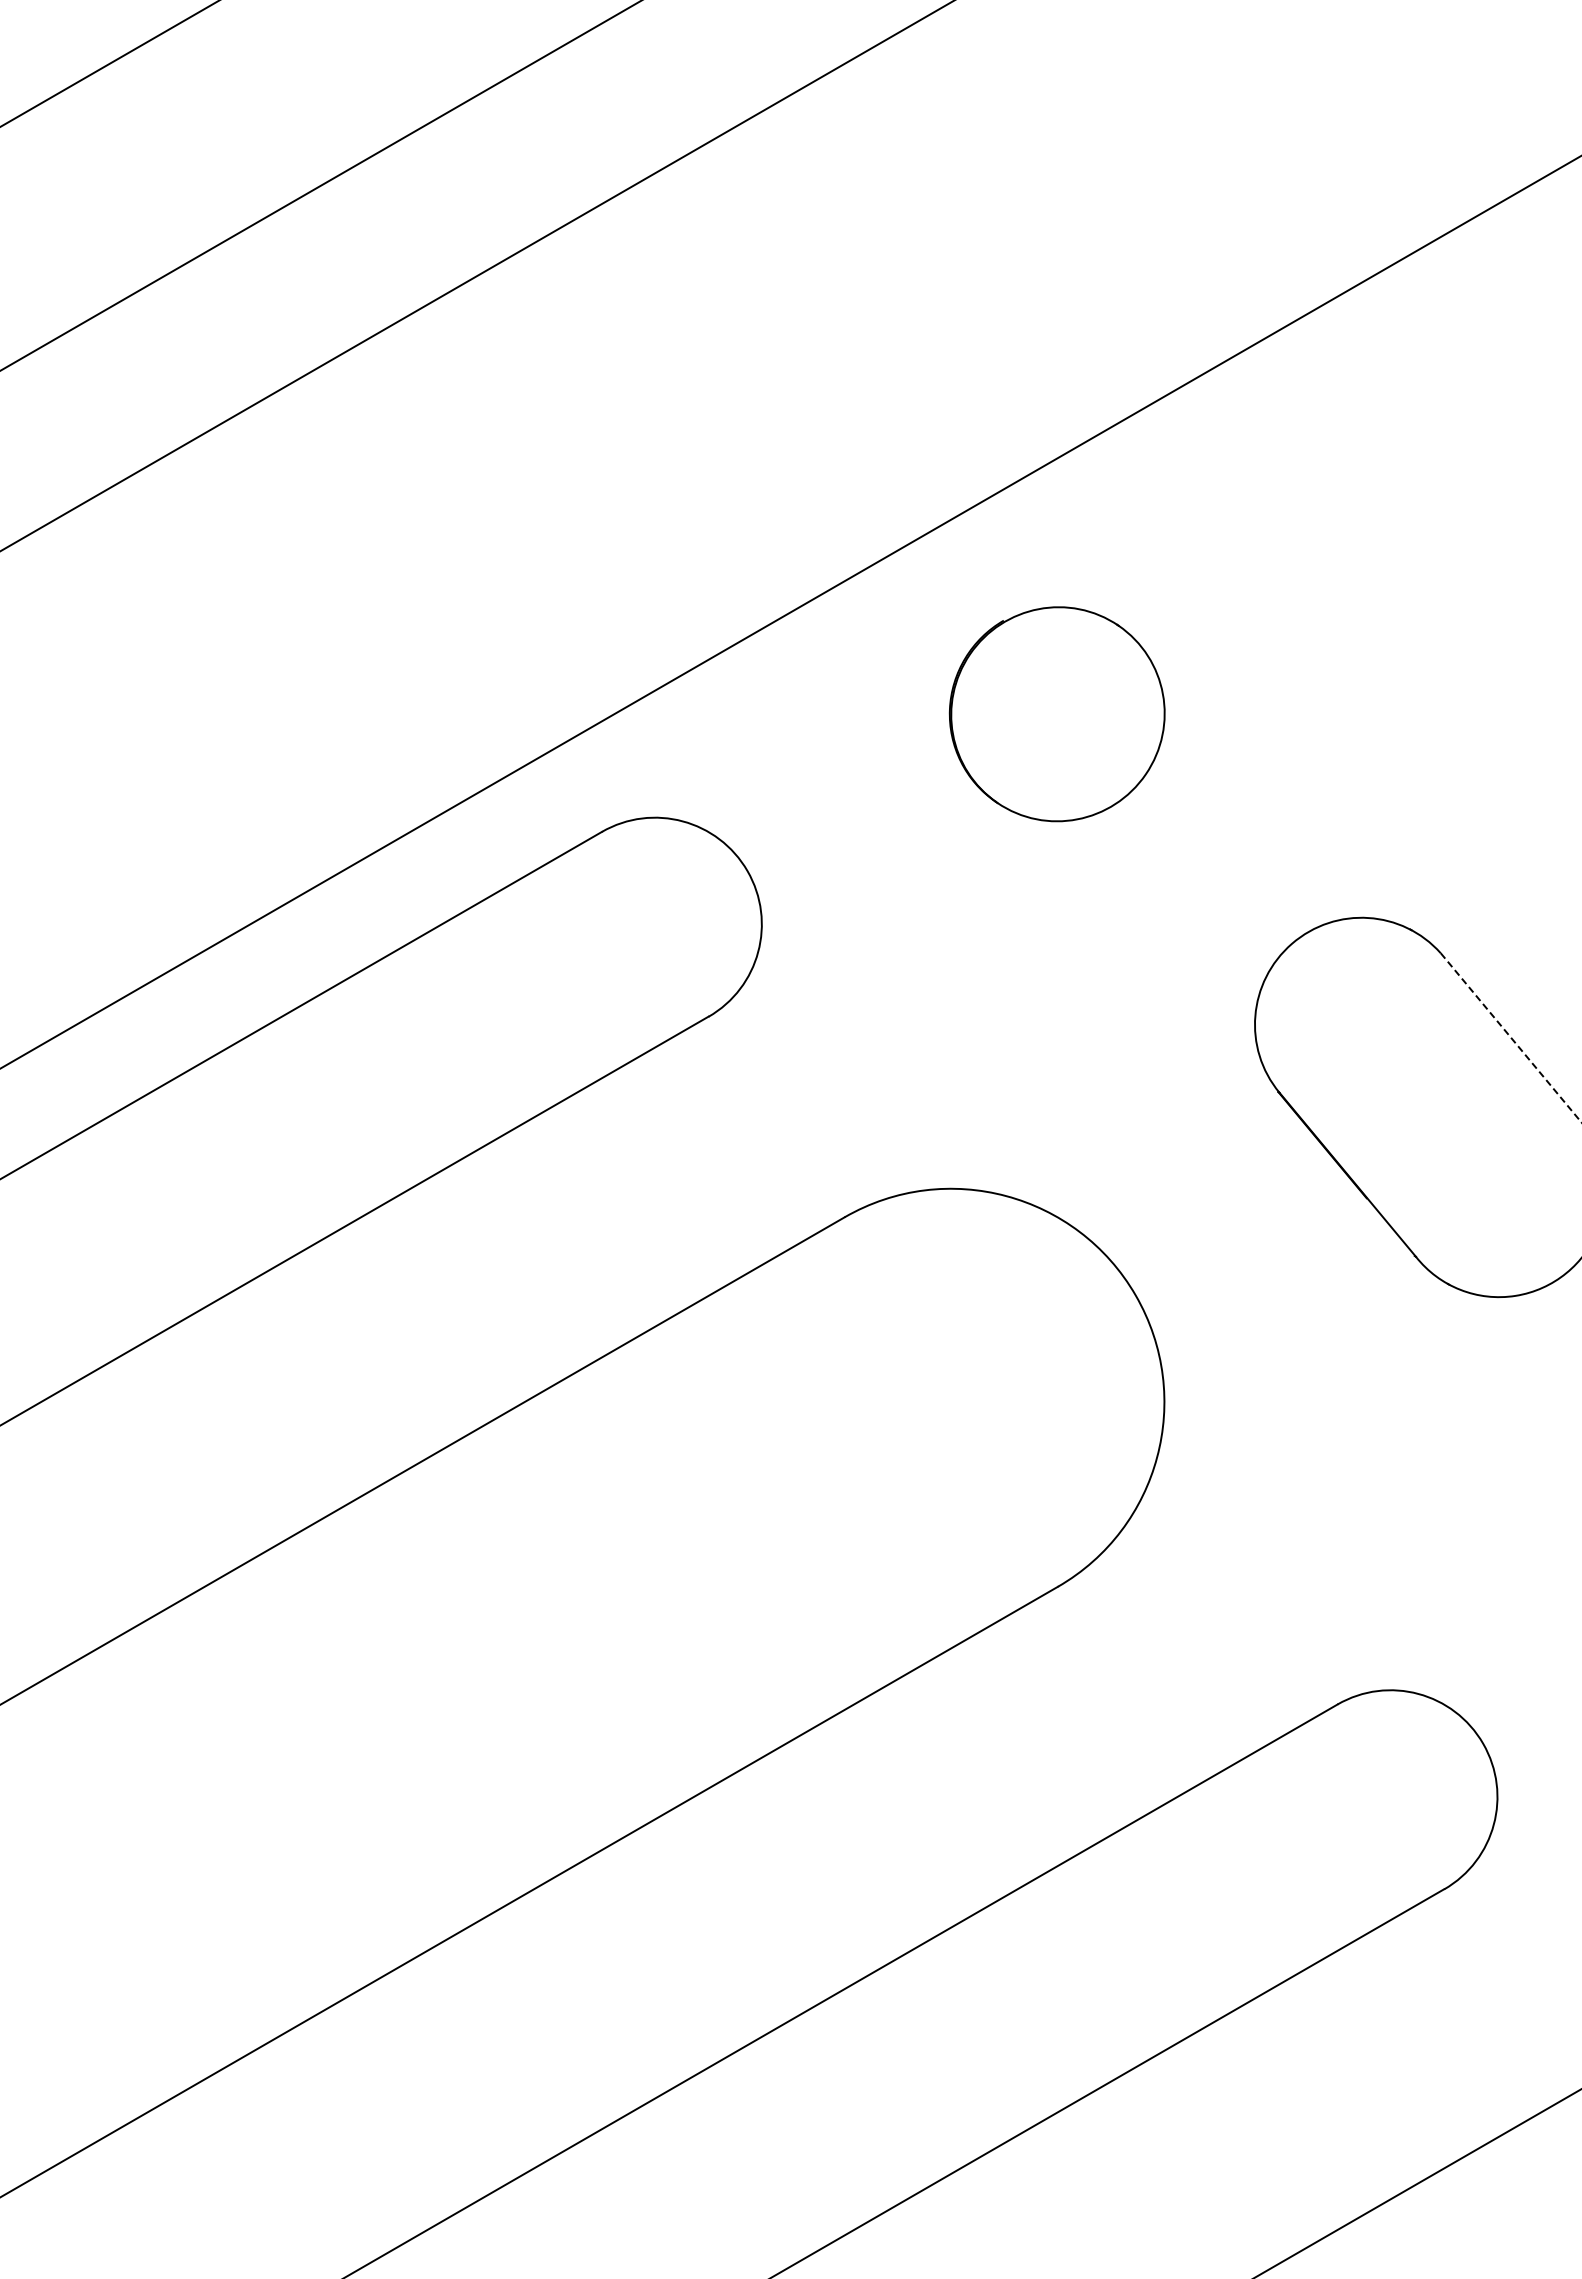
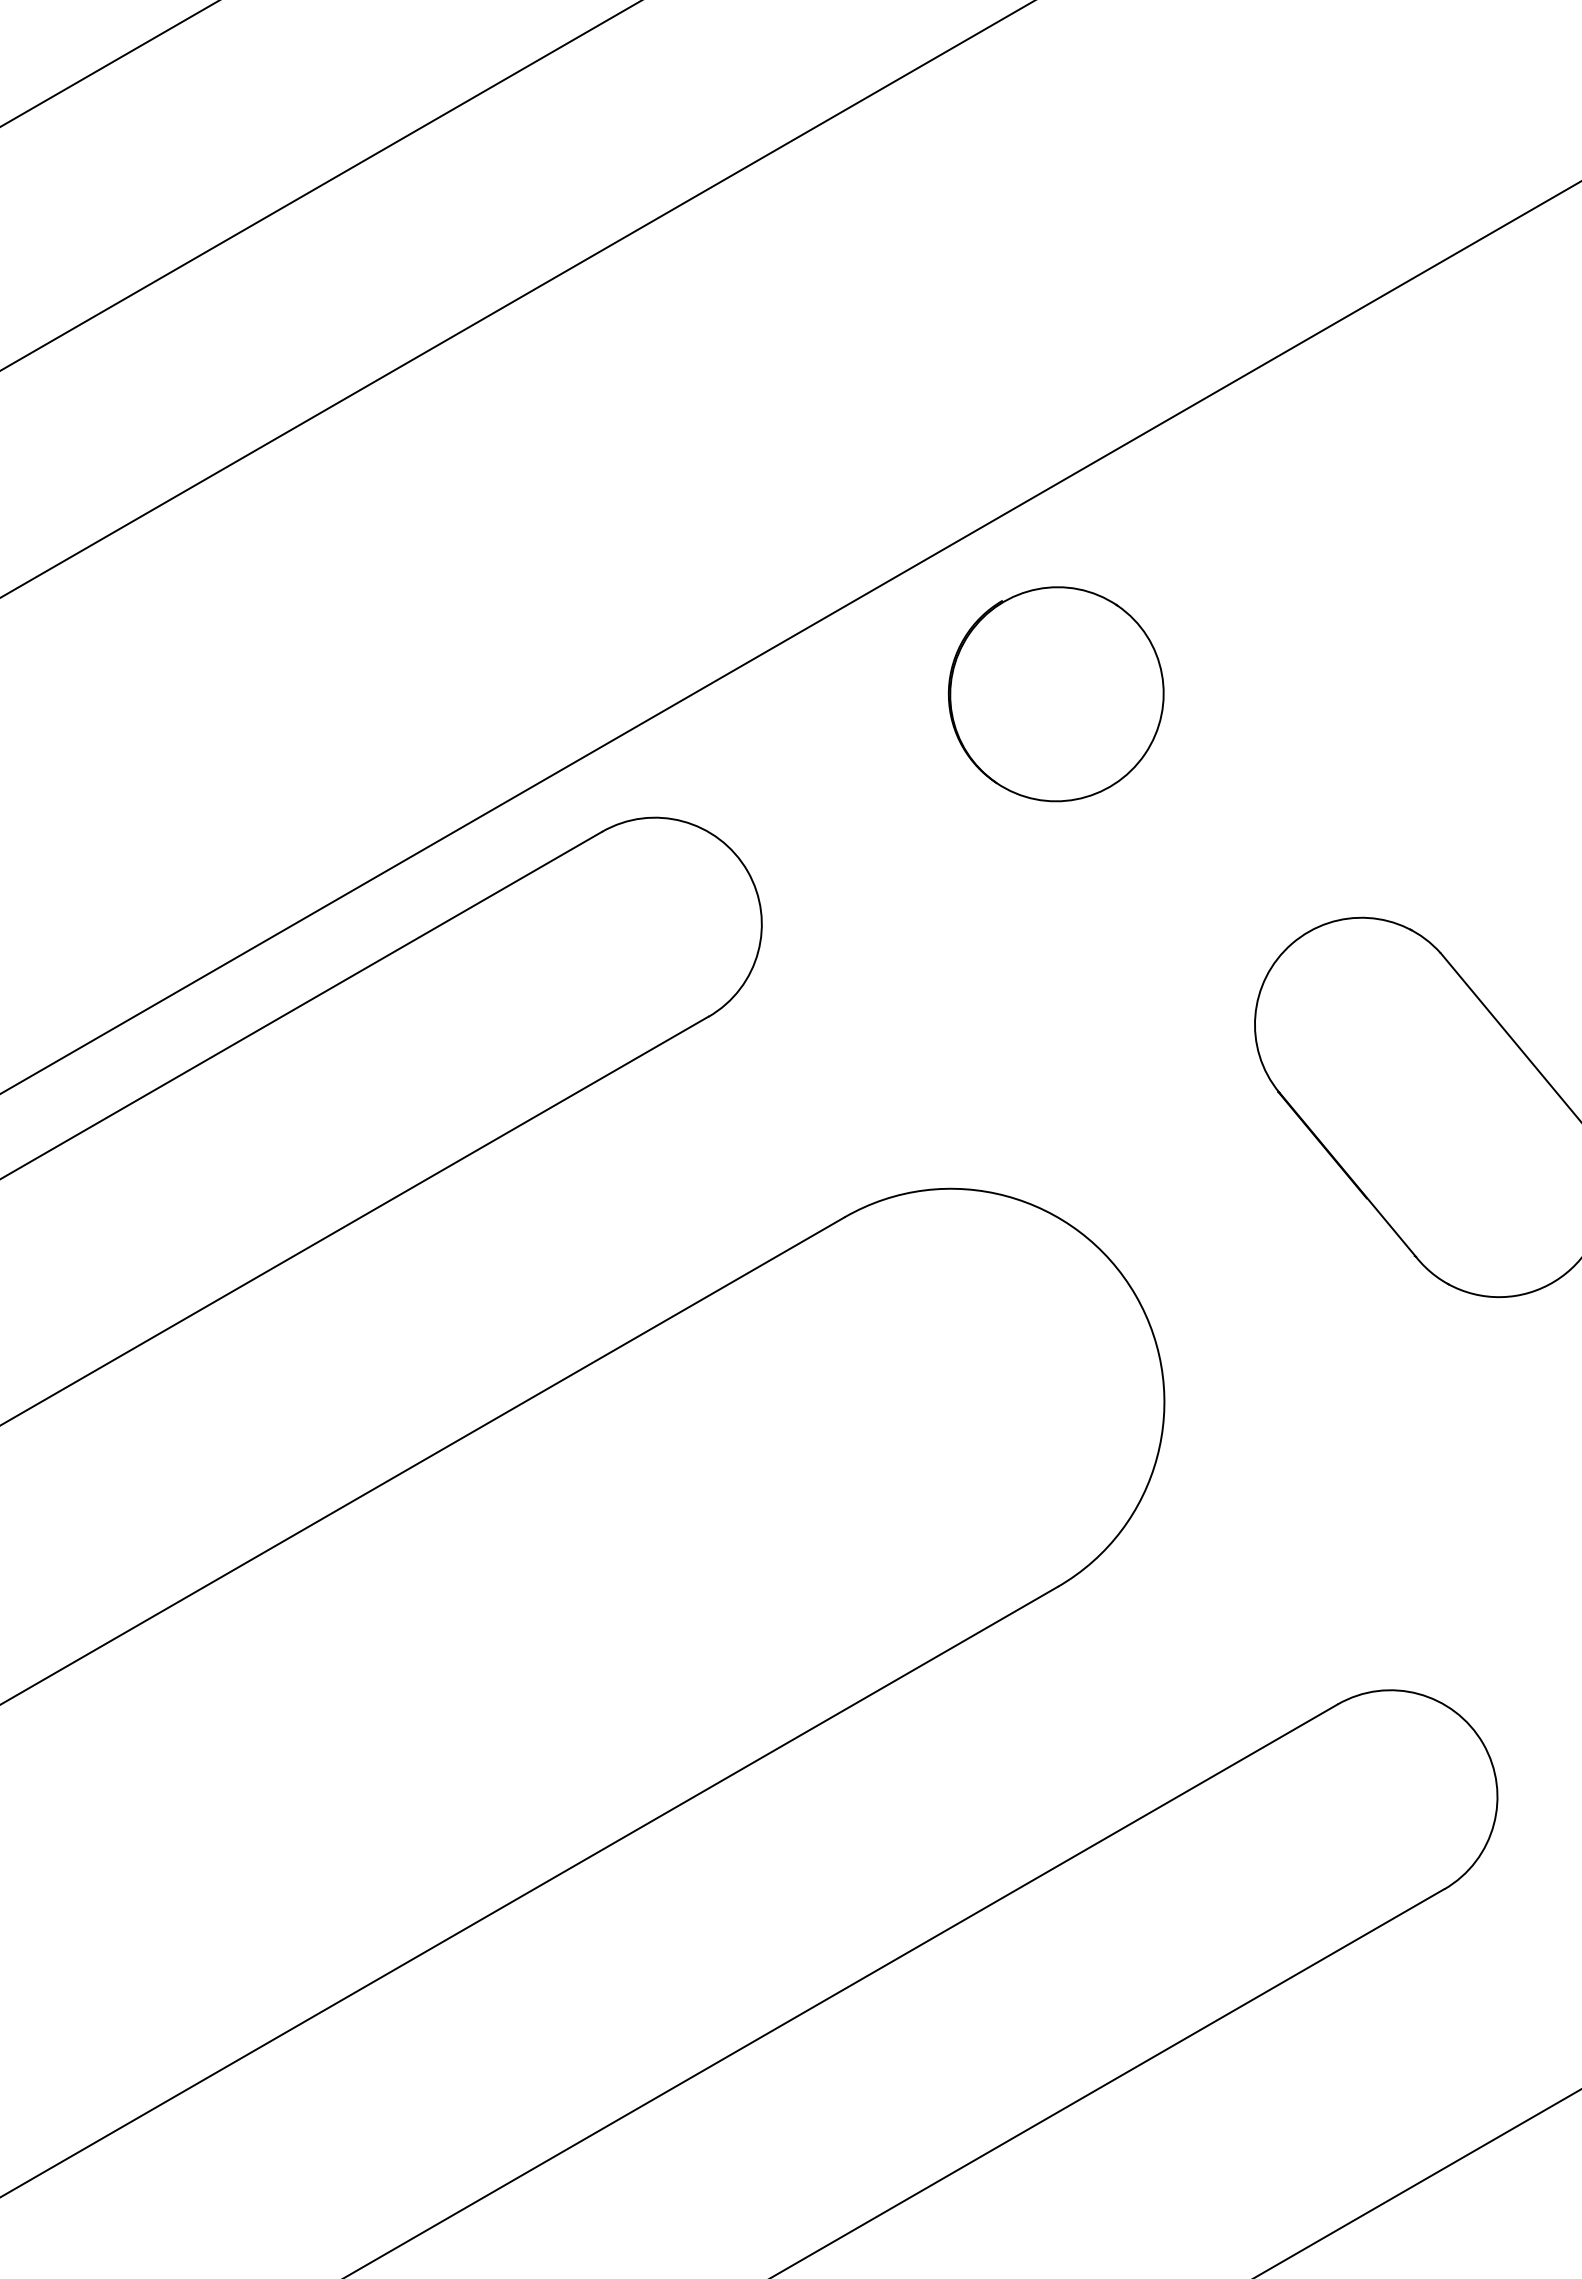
line at (476, 276) position: (476, 276) -> (517, 299)
line at (790, 612) position: (790, 612) -> (790, 637)
part at (1056, 714) position: (1056, 714) -> (1055, 694)
line at (1511, 1037): dashed -> solid
